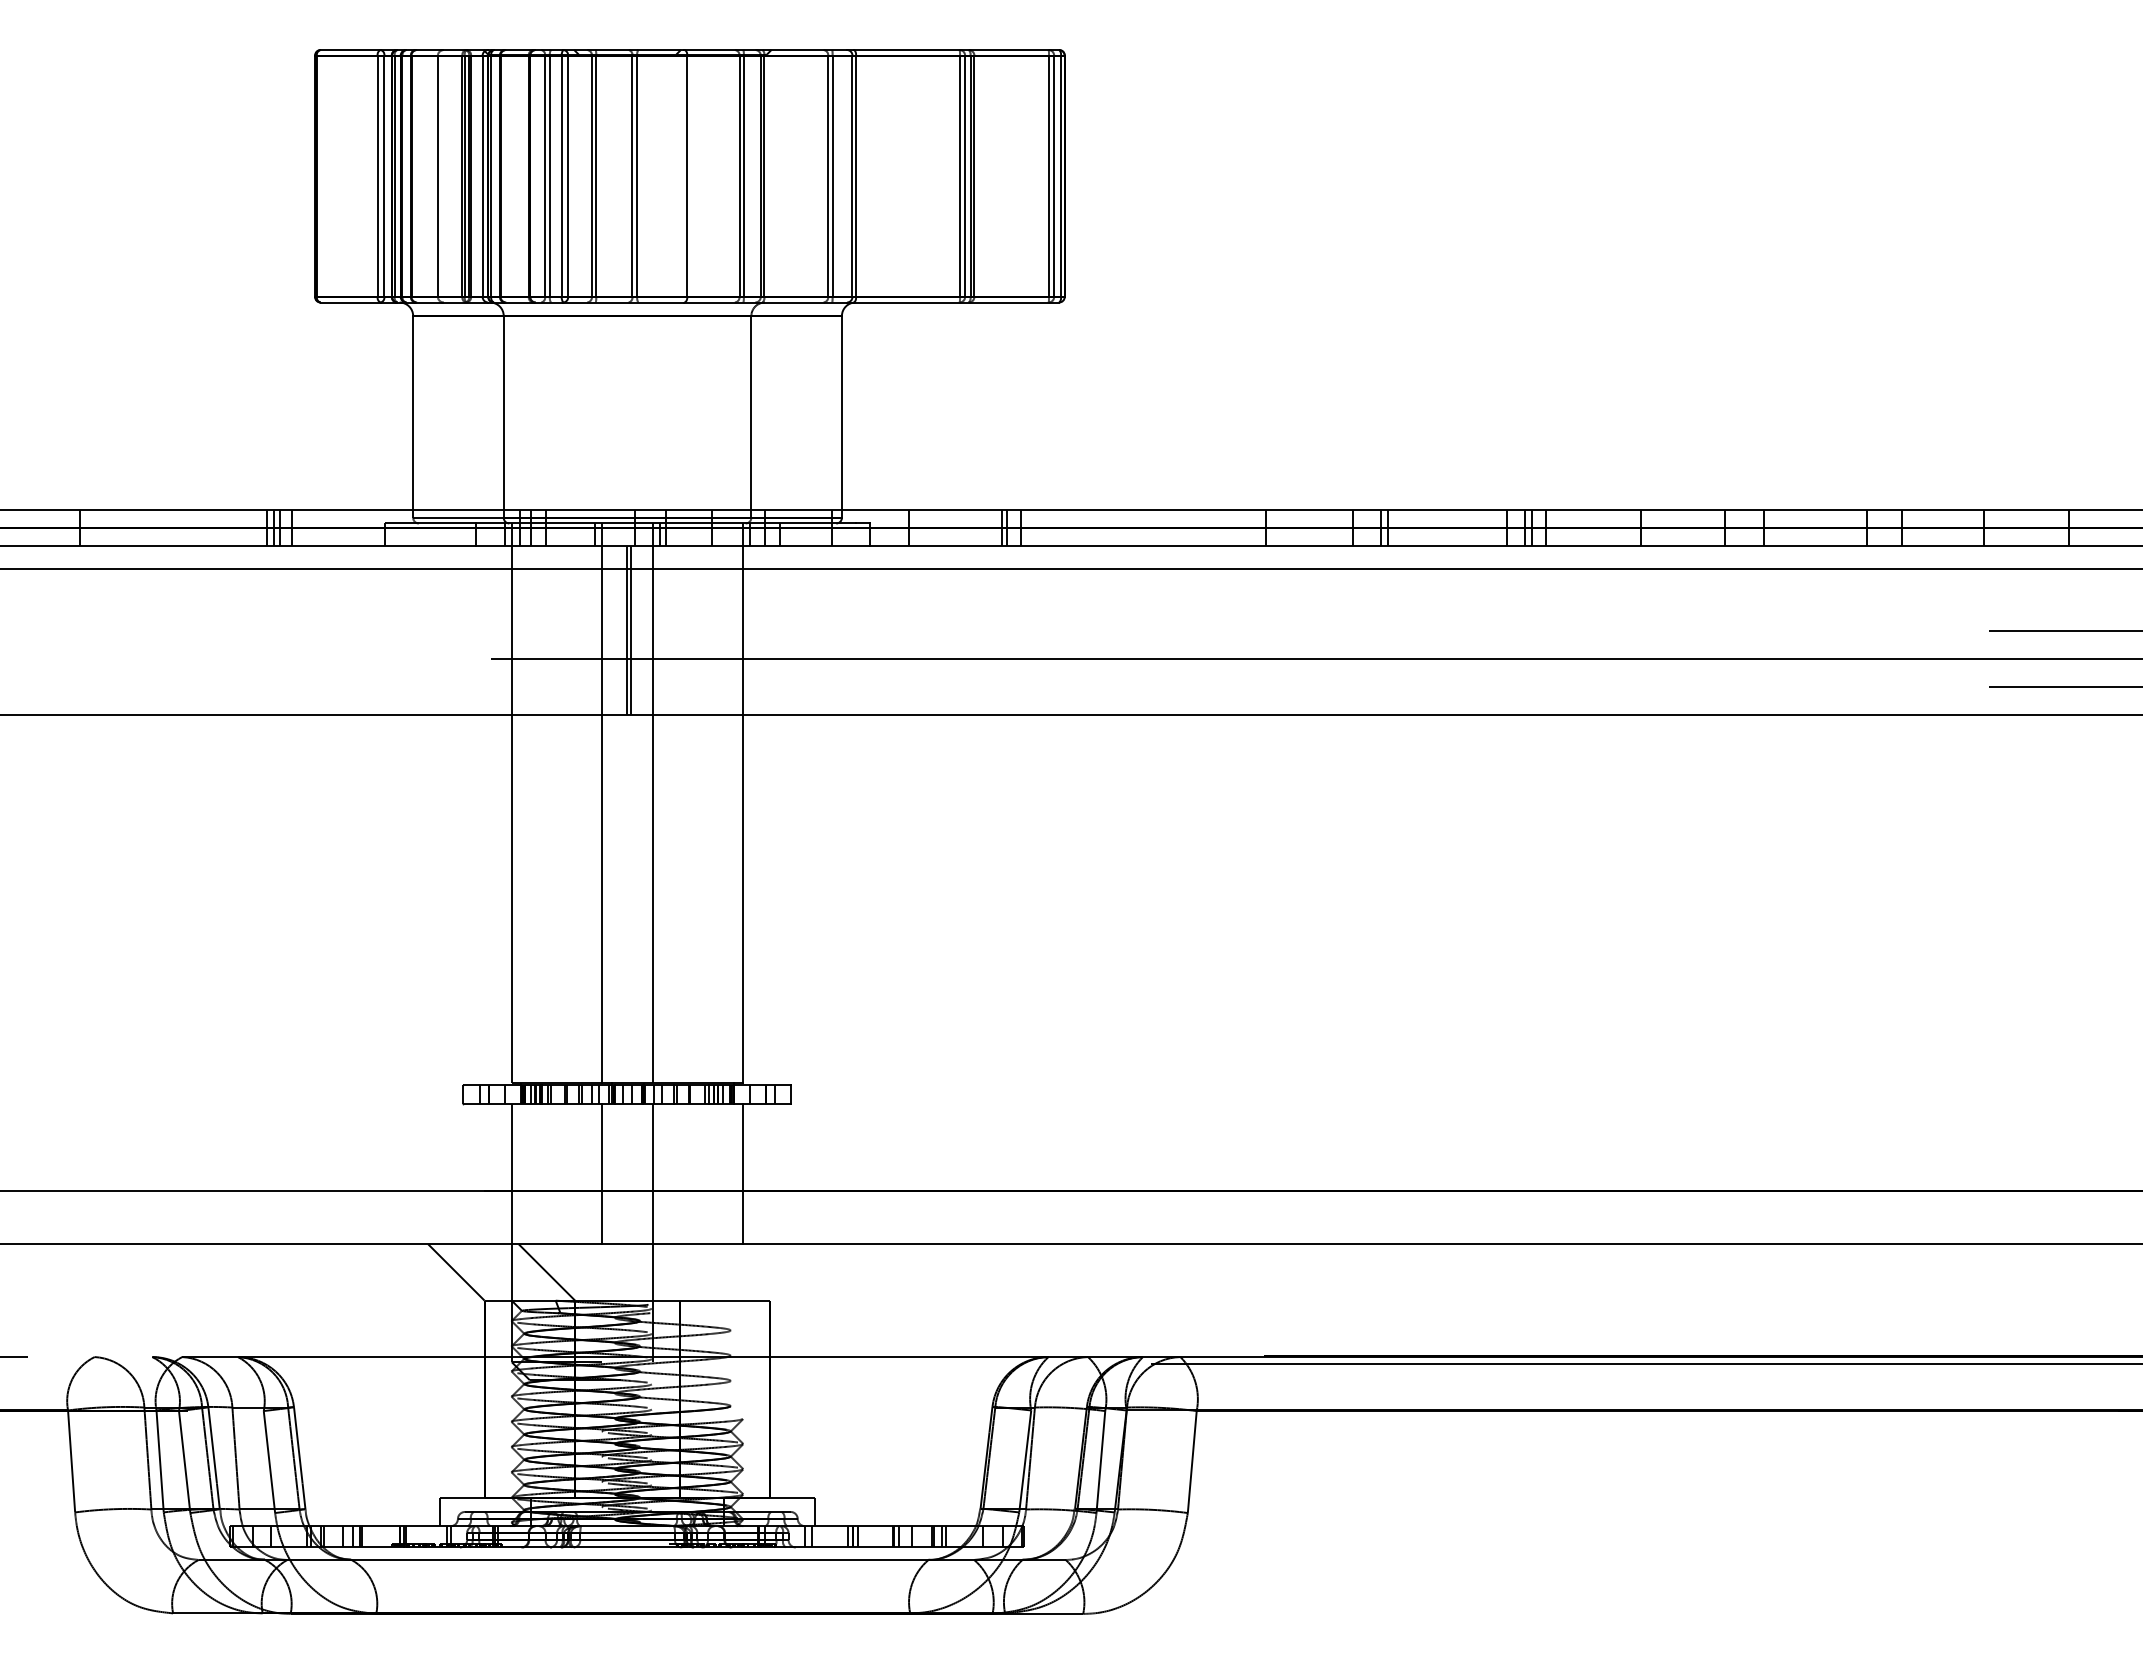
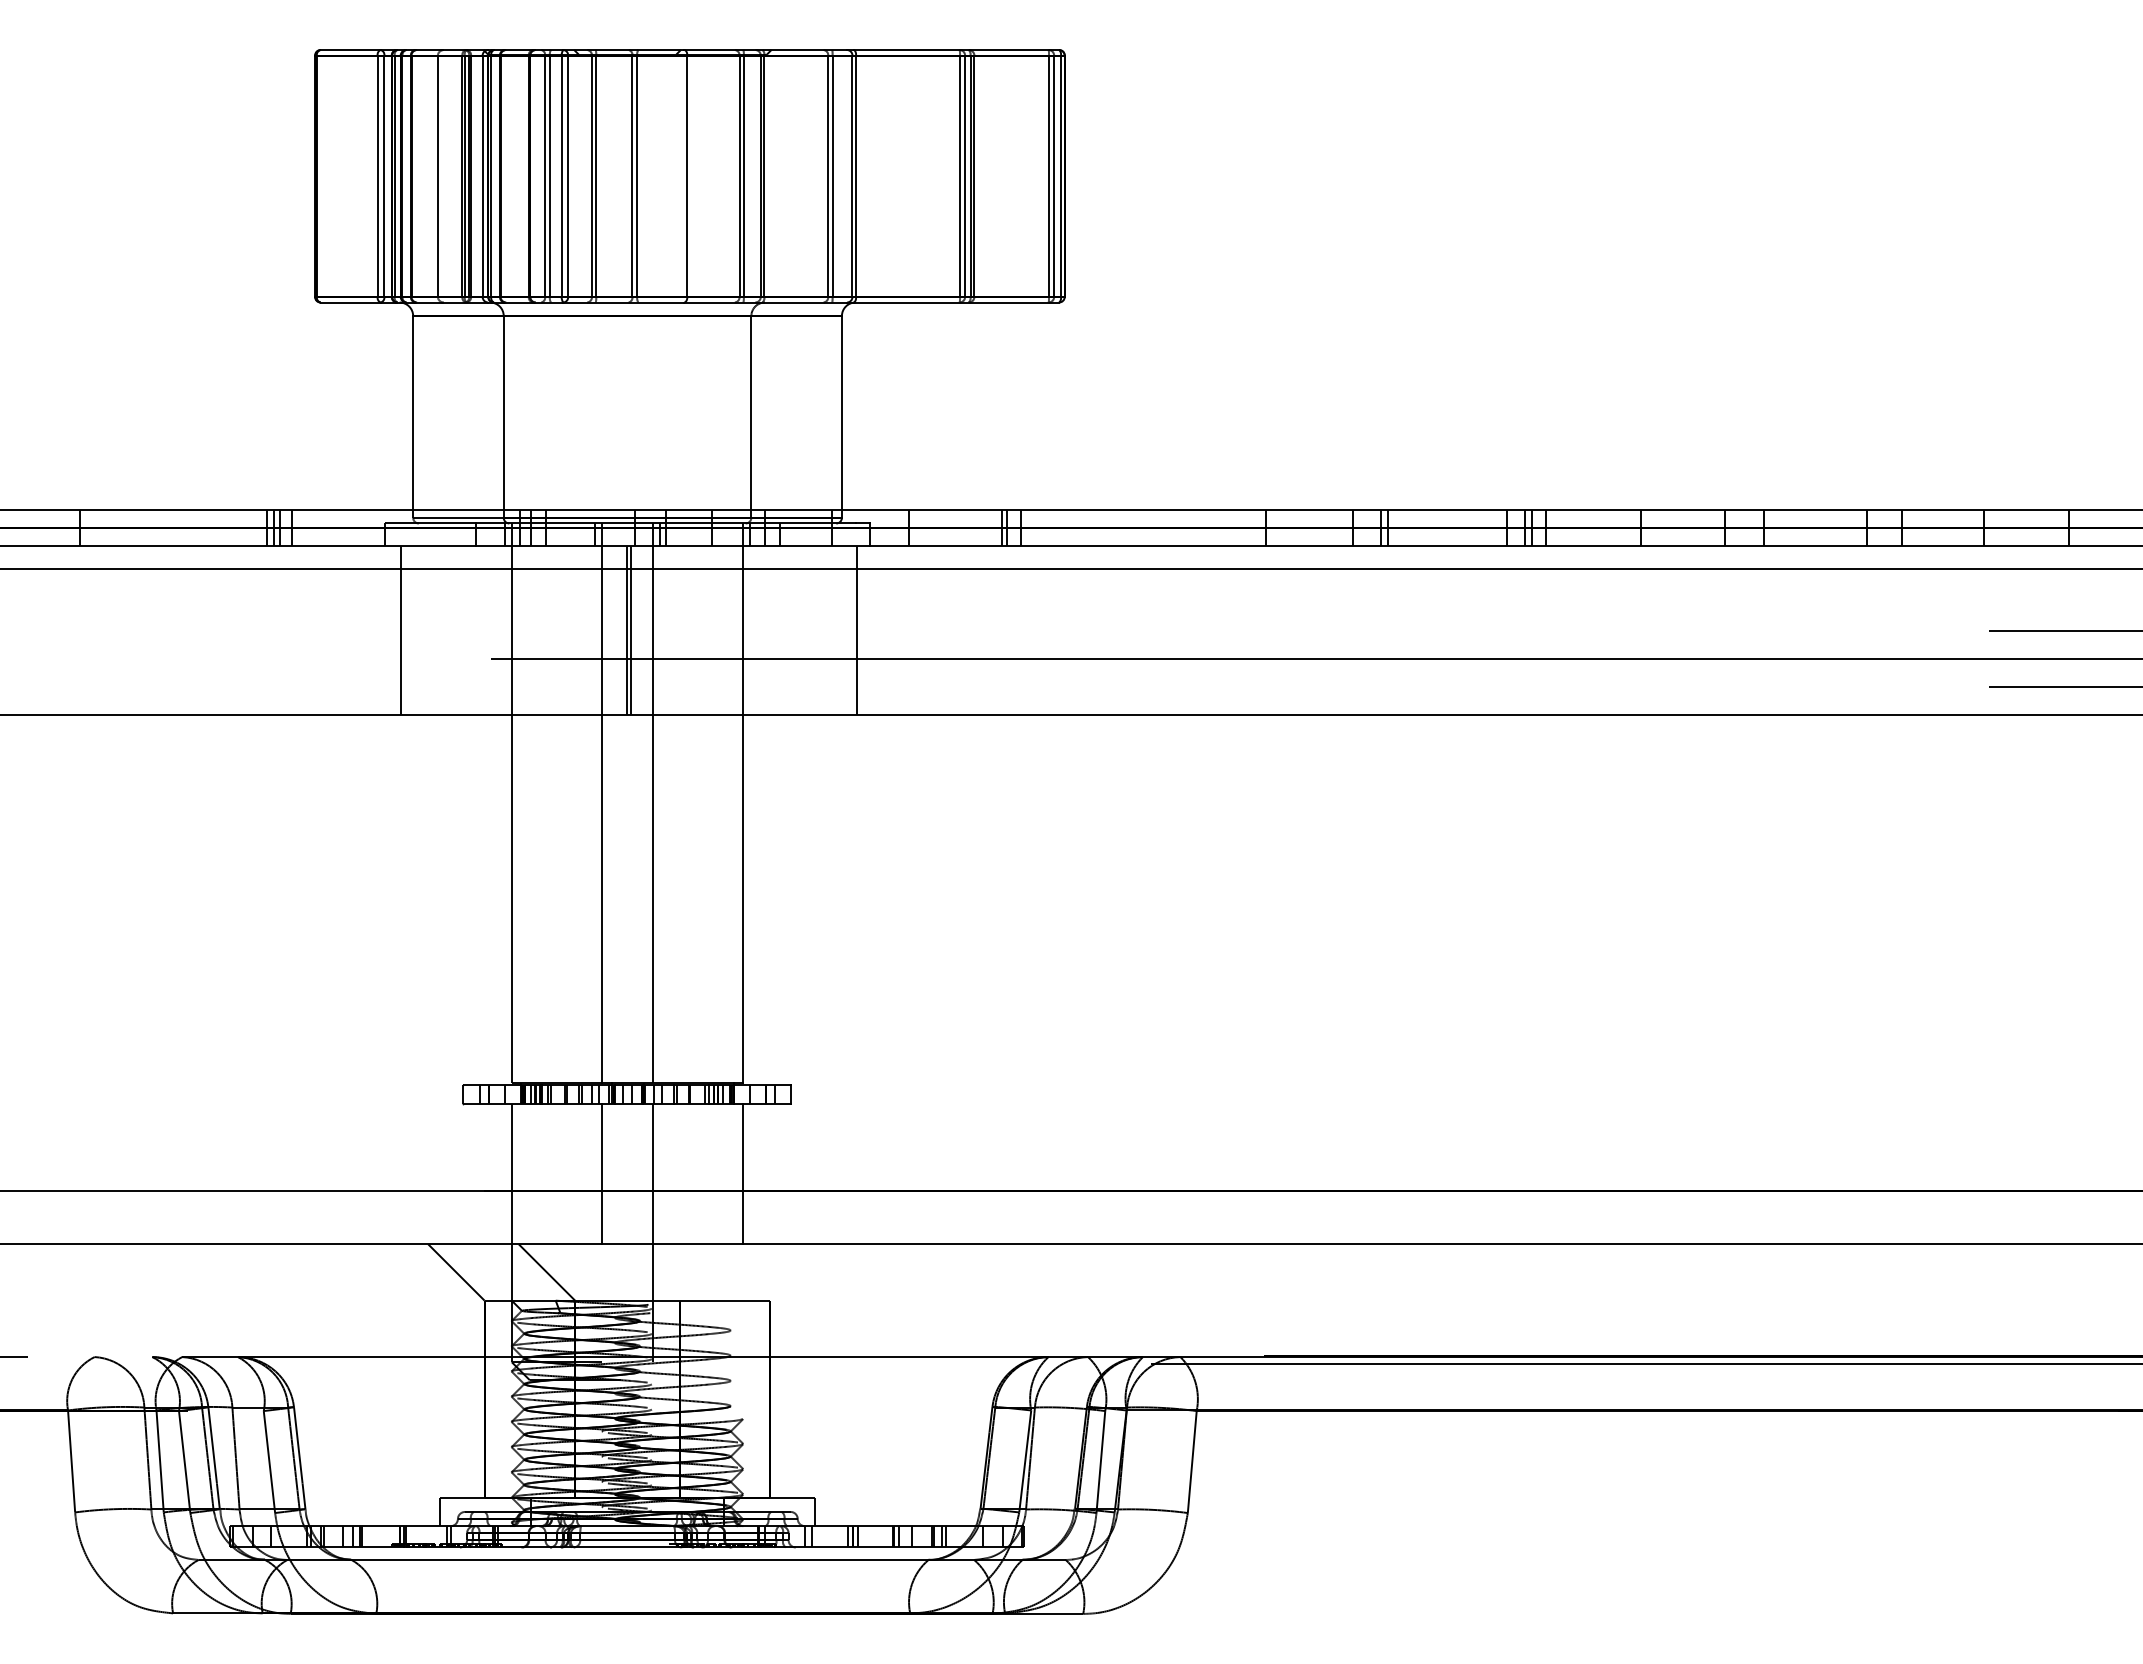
line at (401, 630): none -> present
line at (856, 630): none -> present
